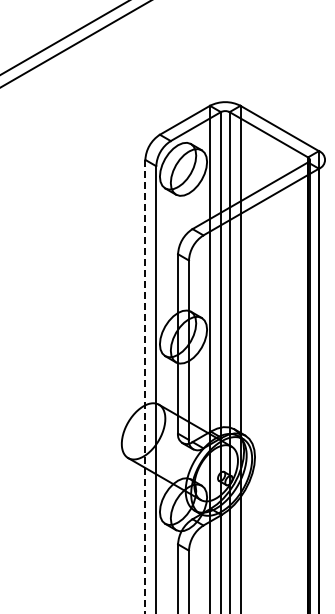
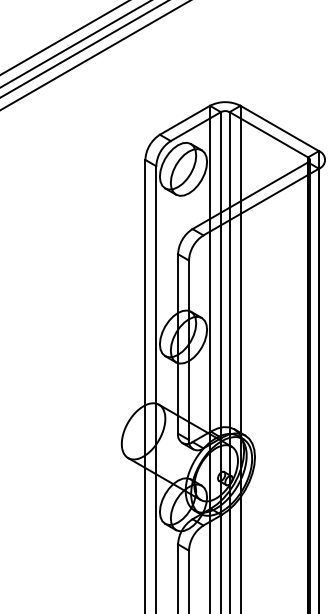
line at (83, 49): none -> present
line at (94, 55): none -> present
line at (145, 386): dashed -> solid
